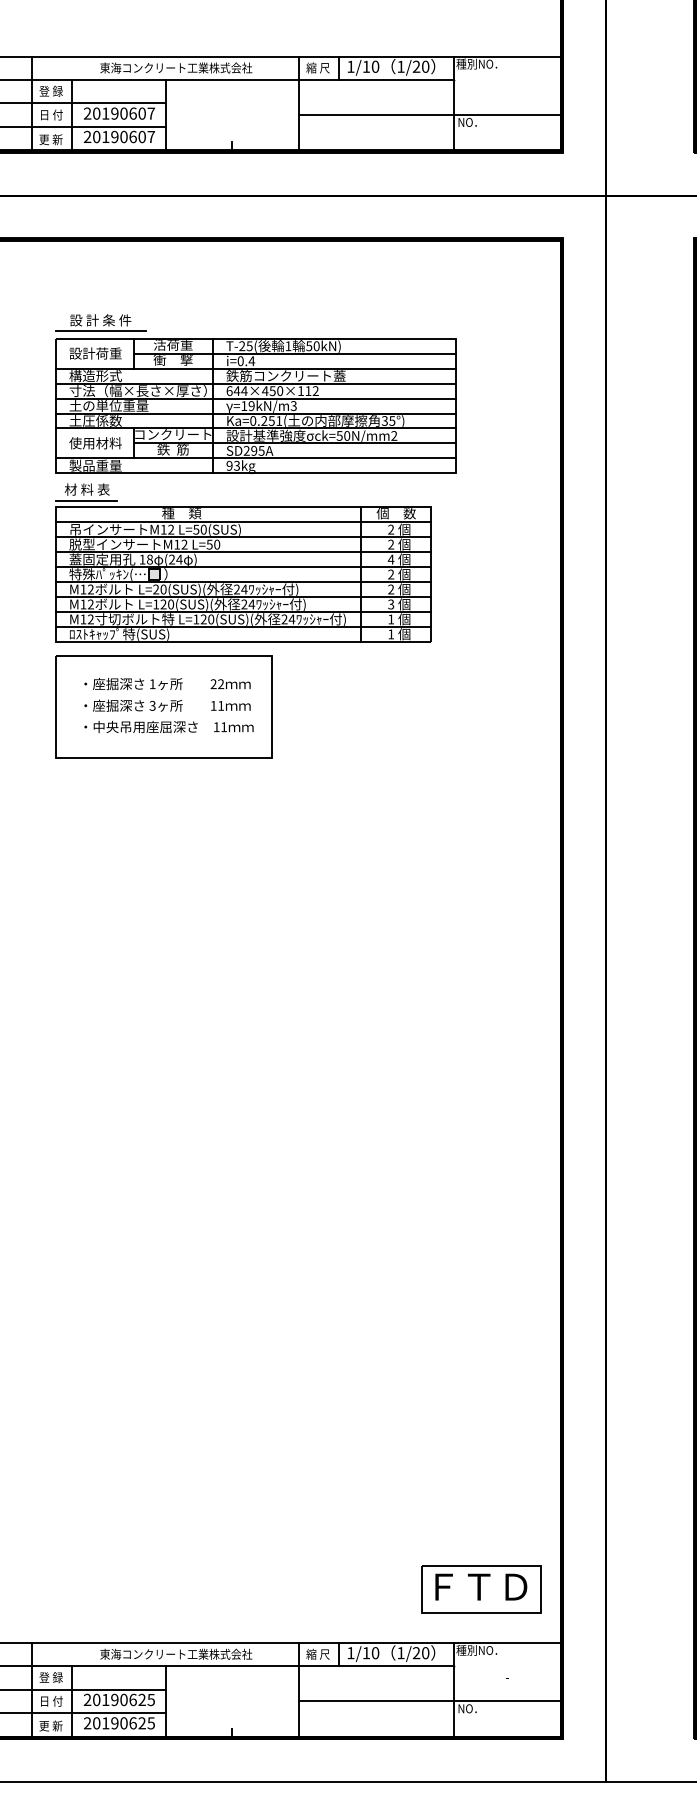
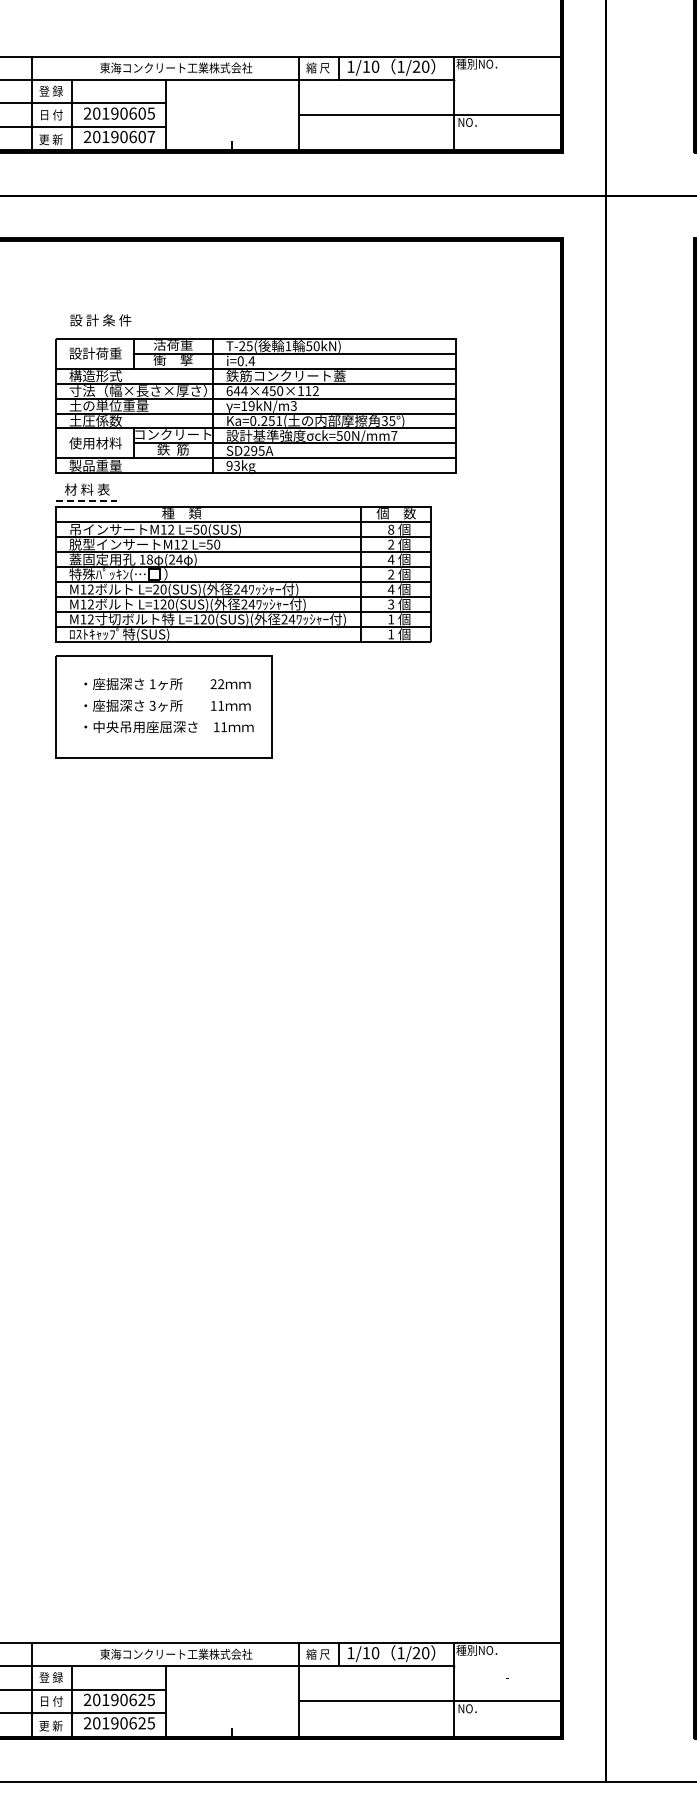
text at (150, 113): 20190607 -> 20190605
line at (100, 331): present -> none
text at (394, 435): ck=50N/mm2 -> ck=50N/mm7
line at (86, 500): solid -> dashed
text at (391, 529): 2 -> 8
hatch at (154, 574): present -> none
text at (390, 589): 2 -> 4
part at (481, 1589): present -> none
